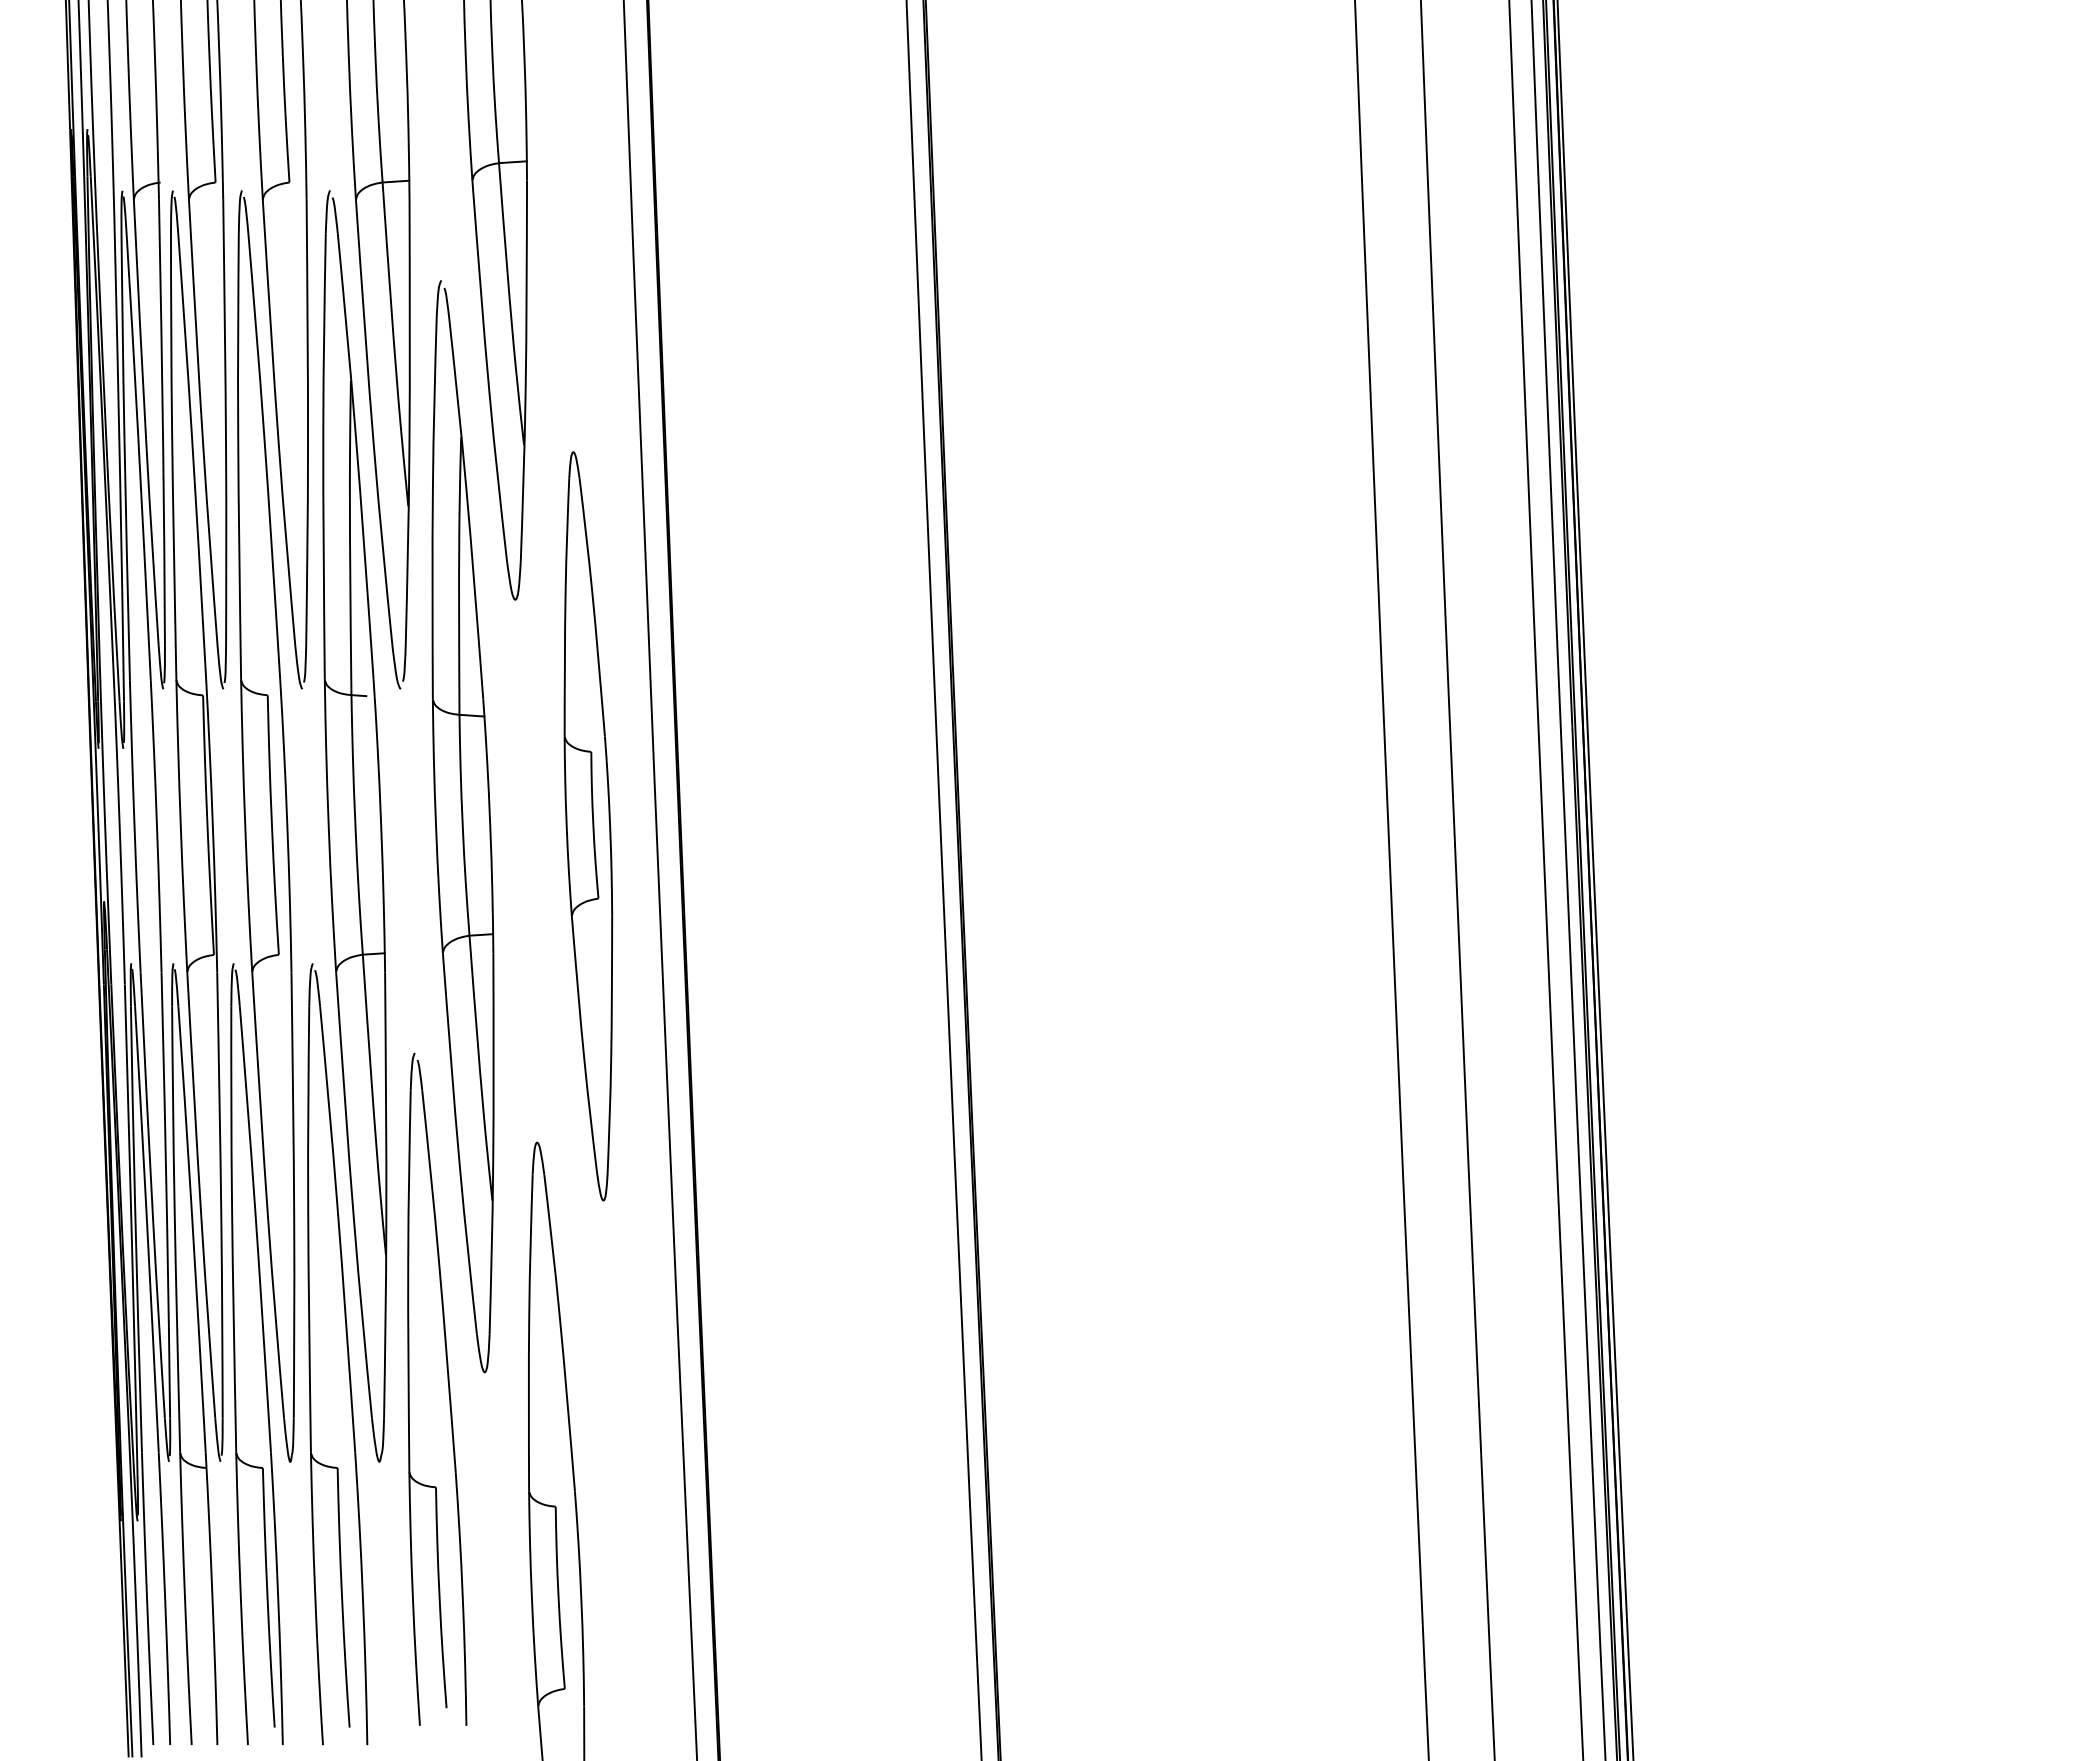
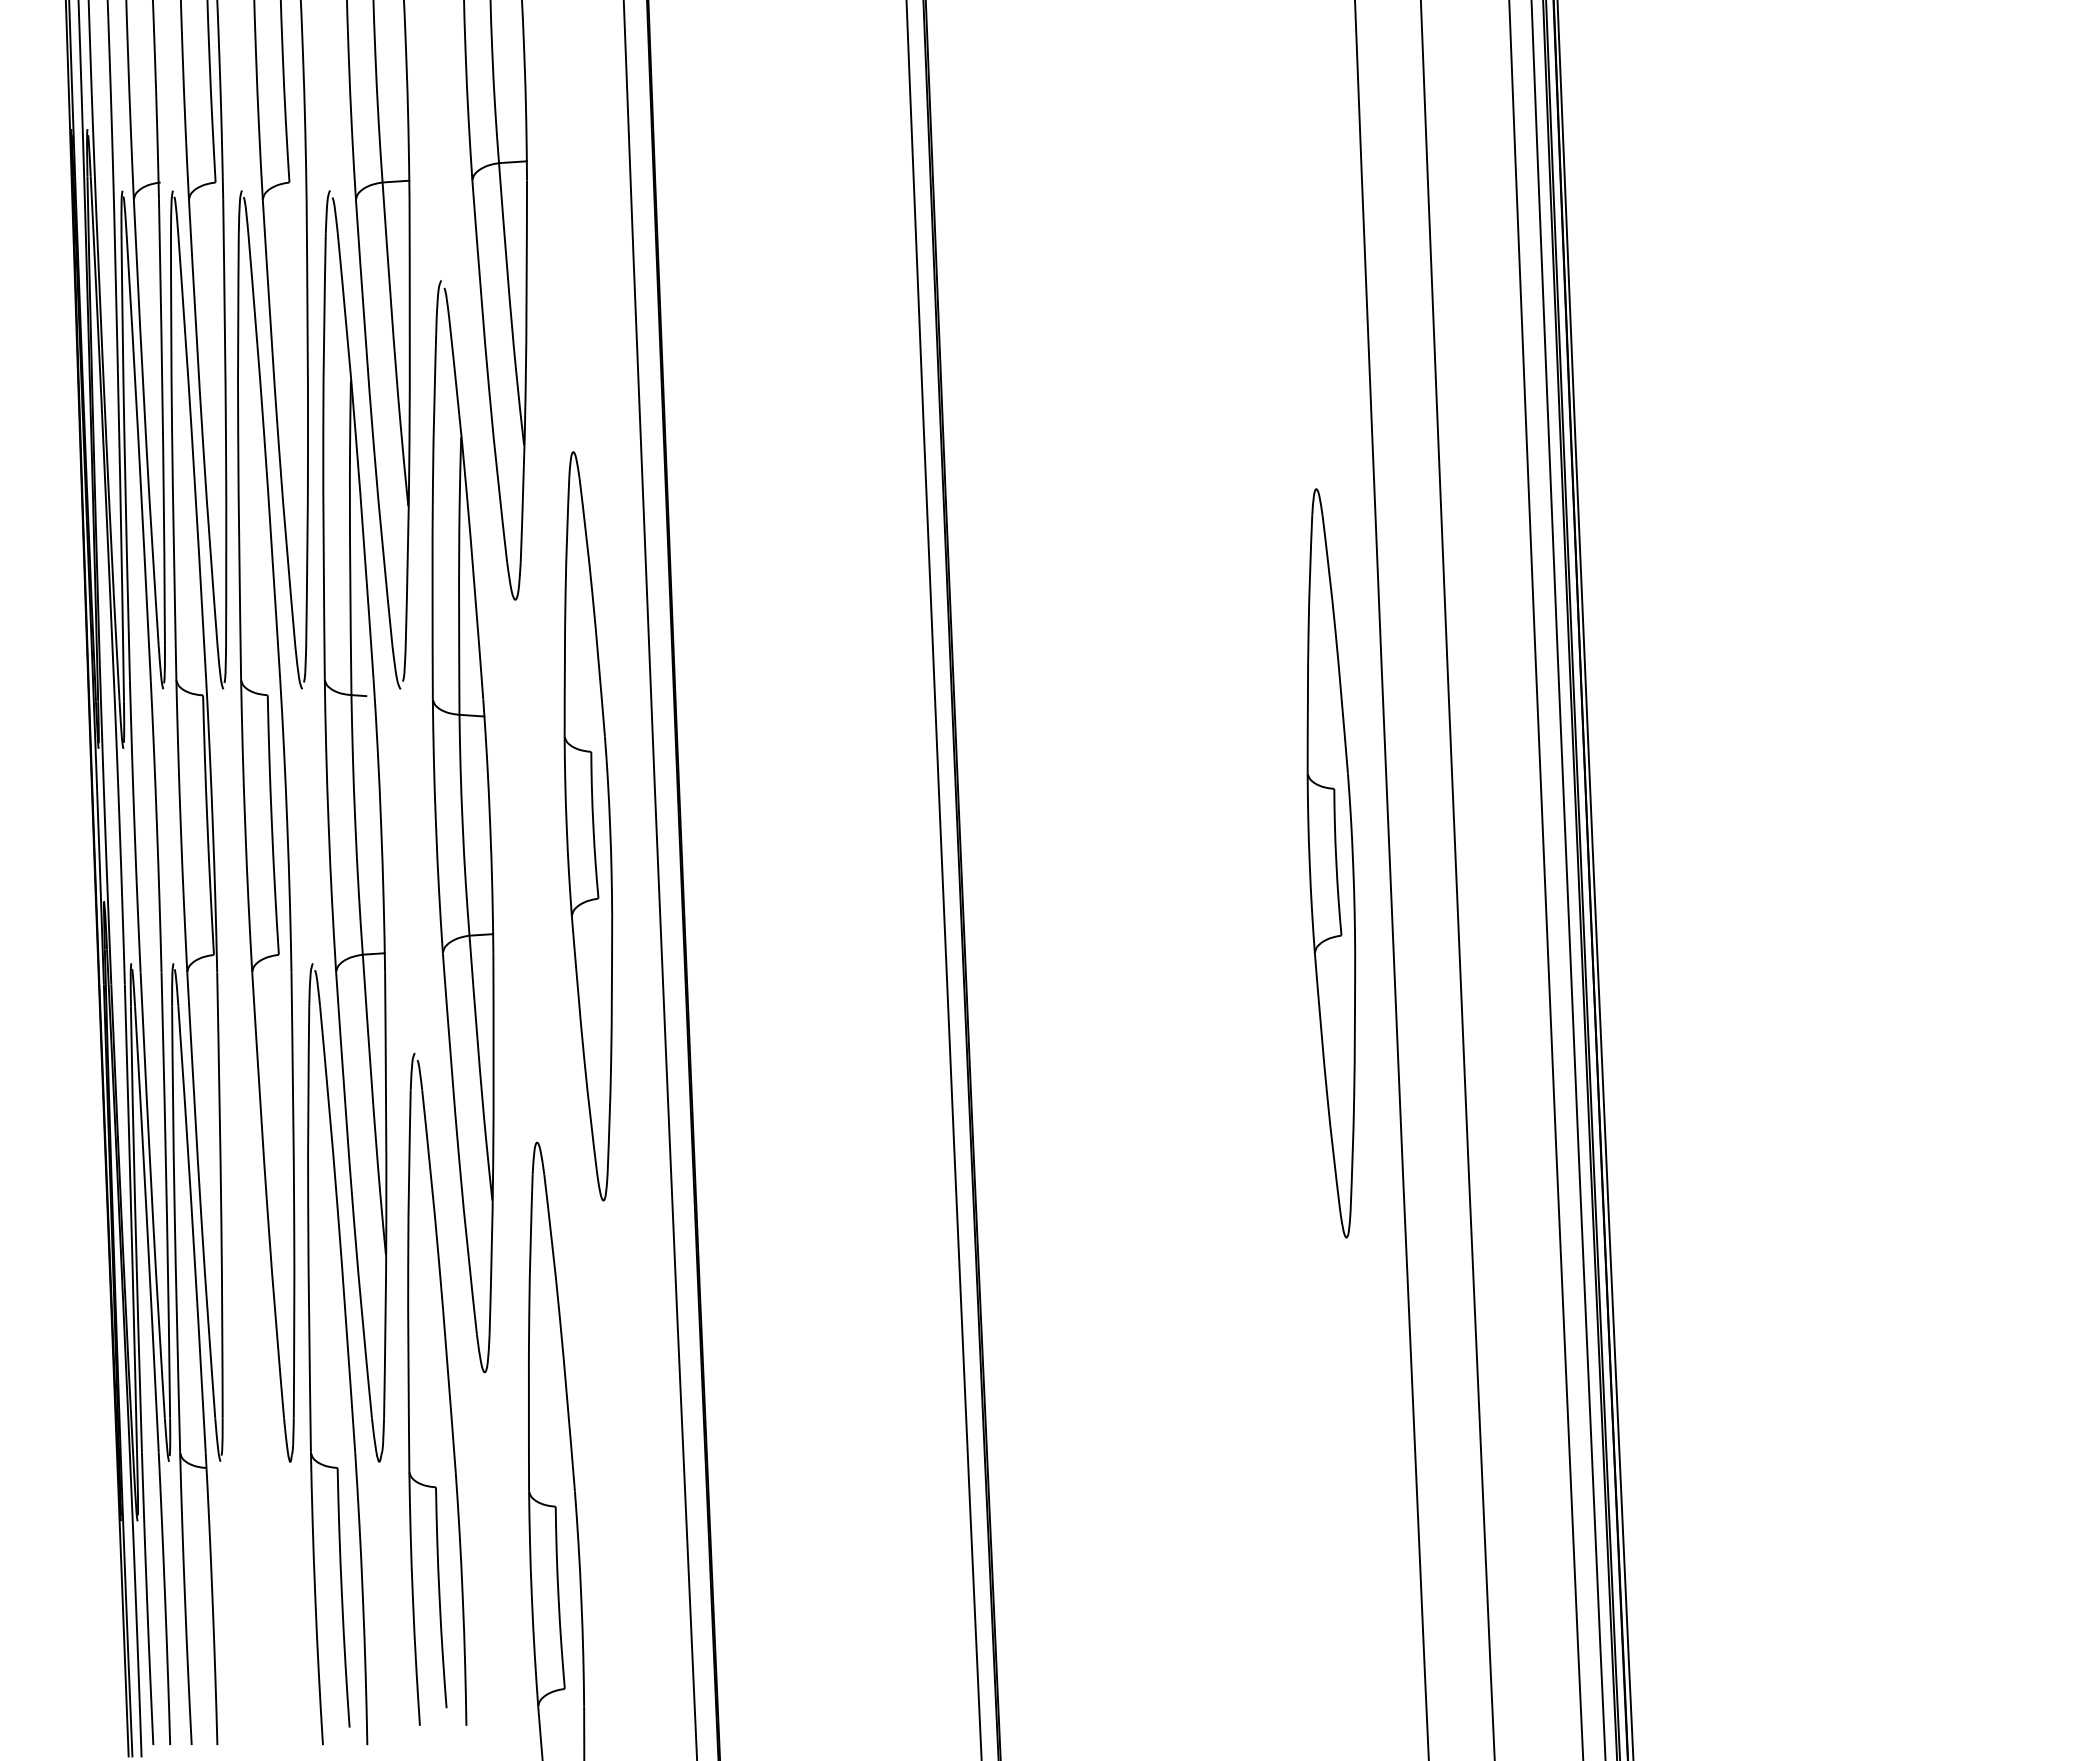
part at (1331, 863): none -> present
part at (263, 1354): present -> none
